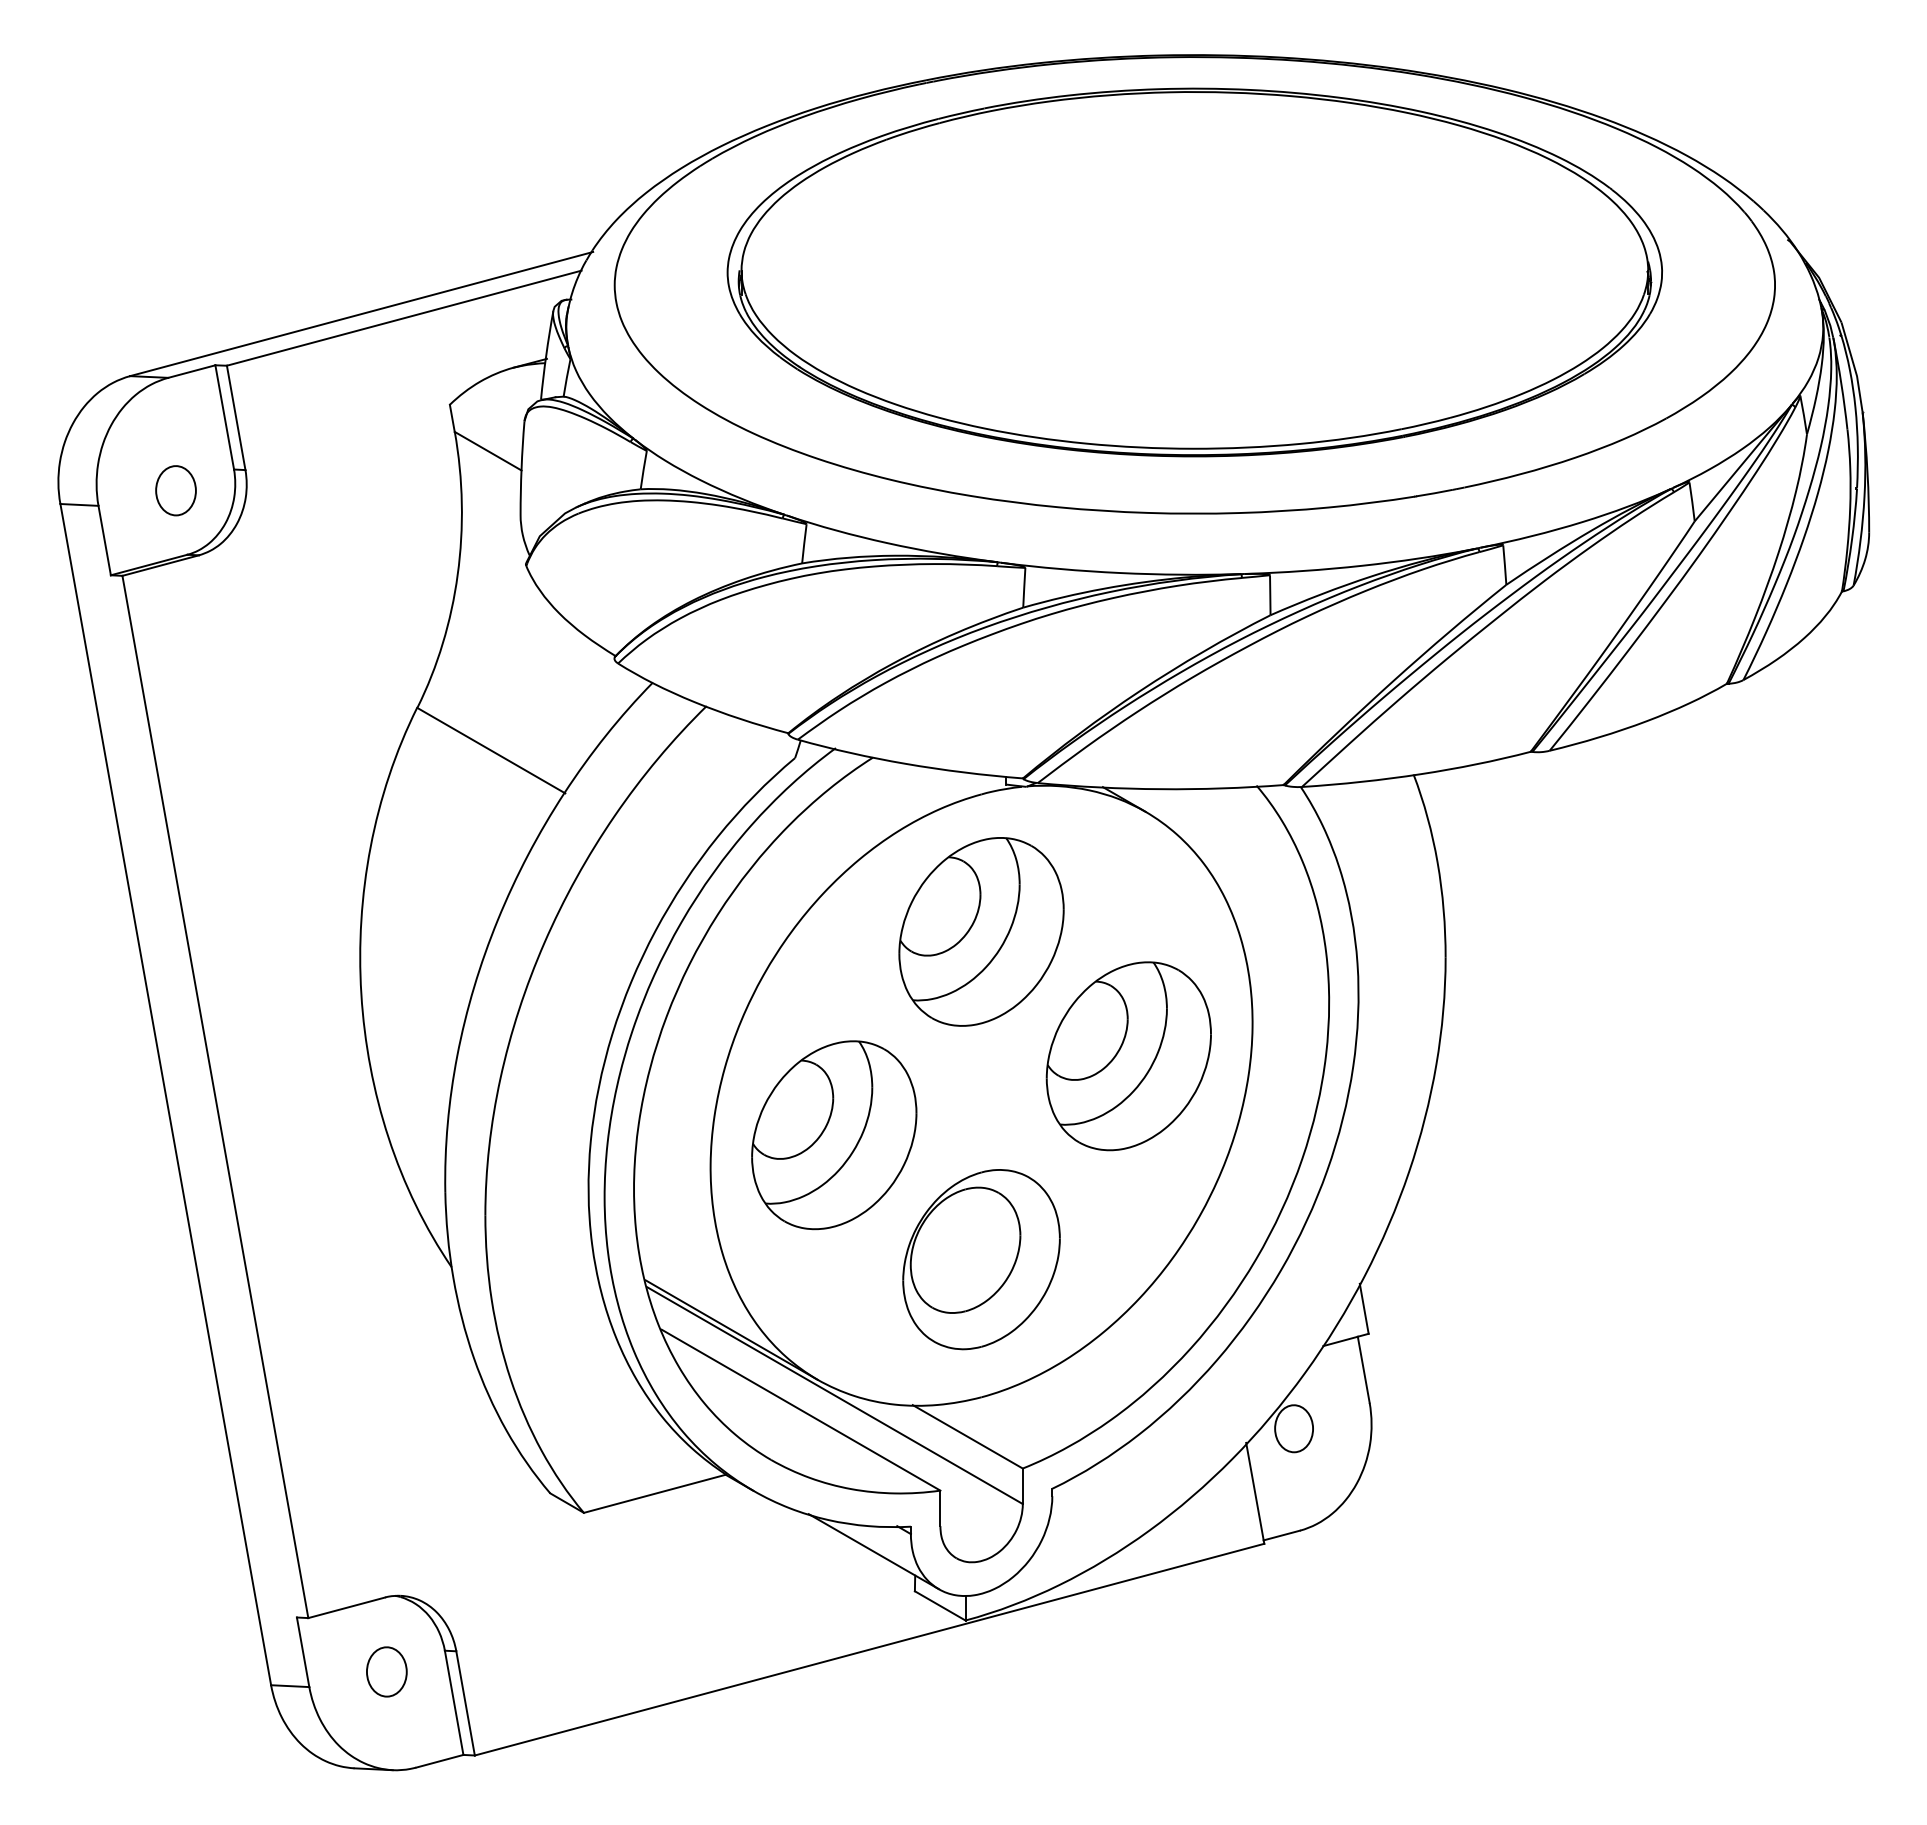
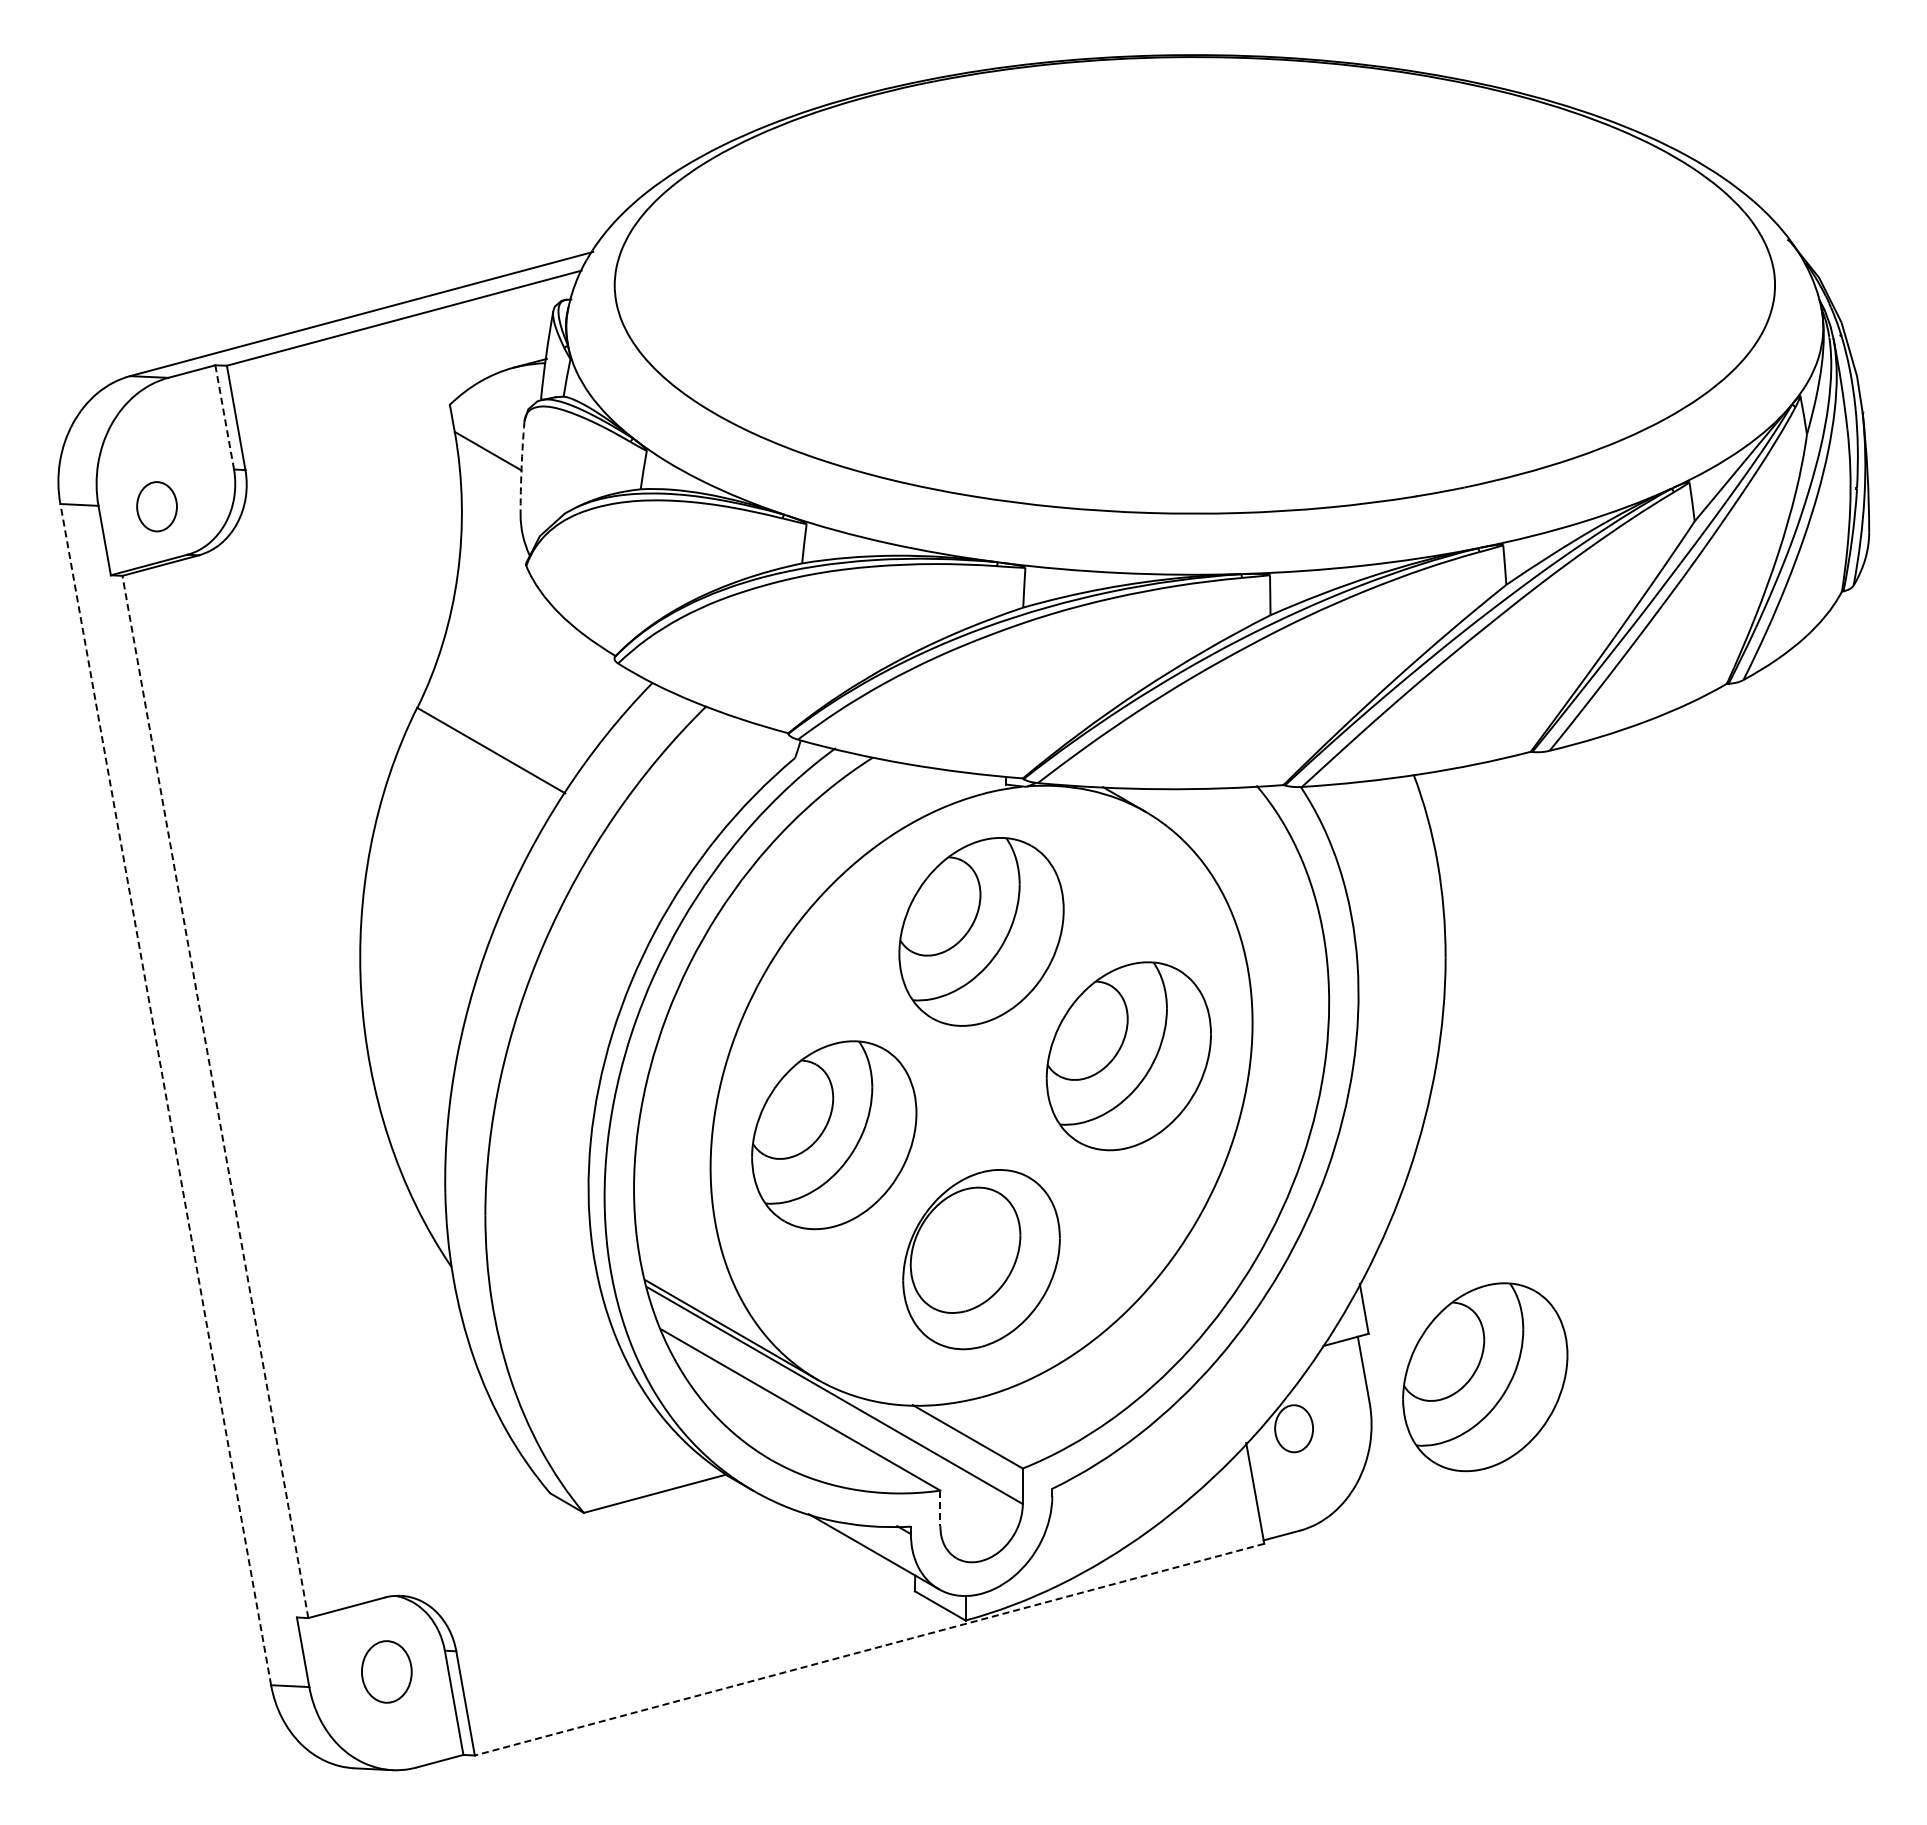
part at (1194, 272): present -> none
line at (224, 417): solid -> dashed
arc at (521, 468): solid -> dashed
part at (175, 490) position: (175, 490) -> (156, 506)
line at (165, 1094): solid -> dashed
line at (215, 1096): solid -> dashed
part at (1485, 1377): none -> present
line at (940, 1508): solid -> dashed
line at (869, 1649): solid -> dashed
part at (386, 1671) size: 42x52 px -> 52x64 px
